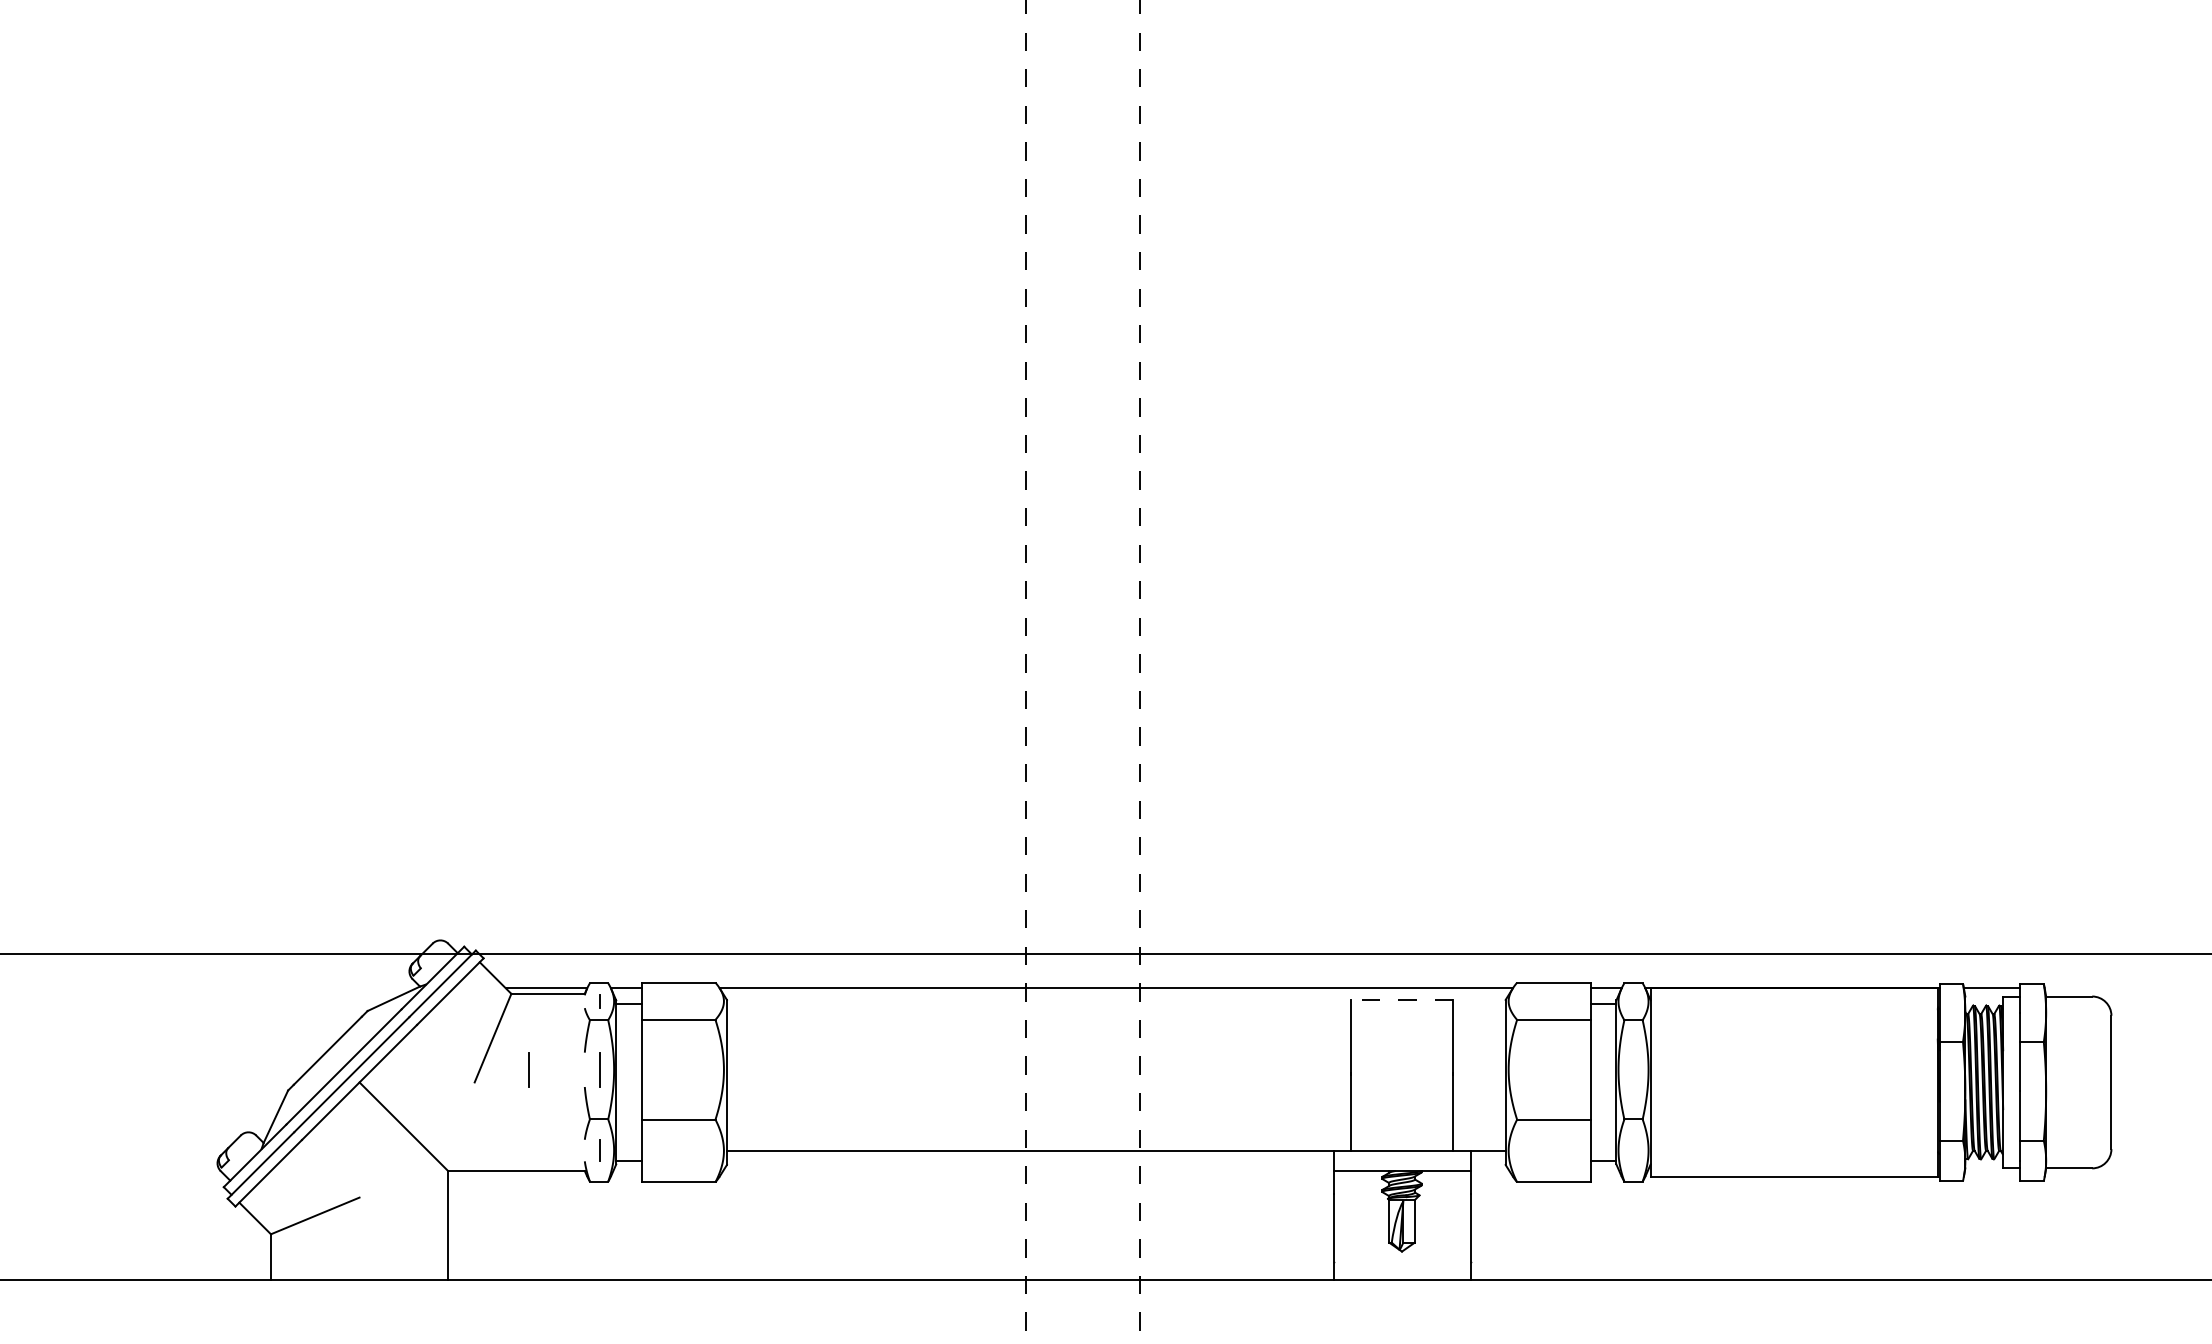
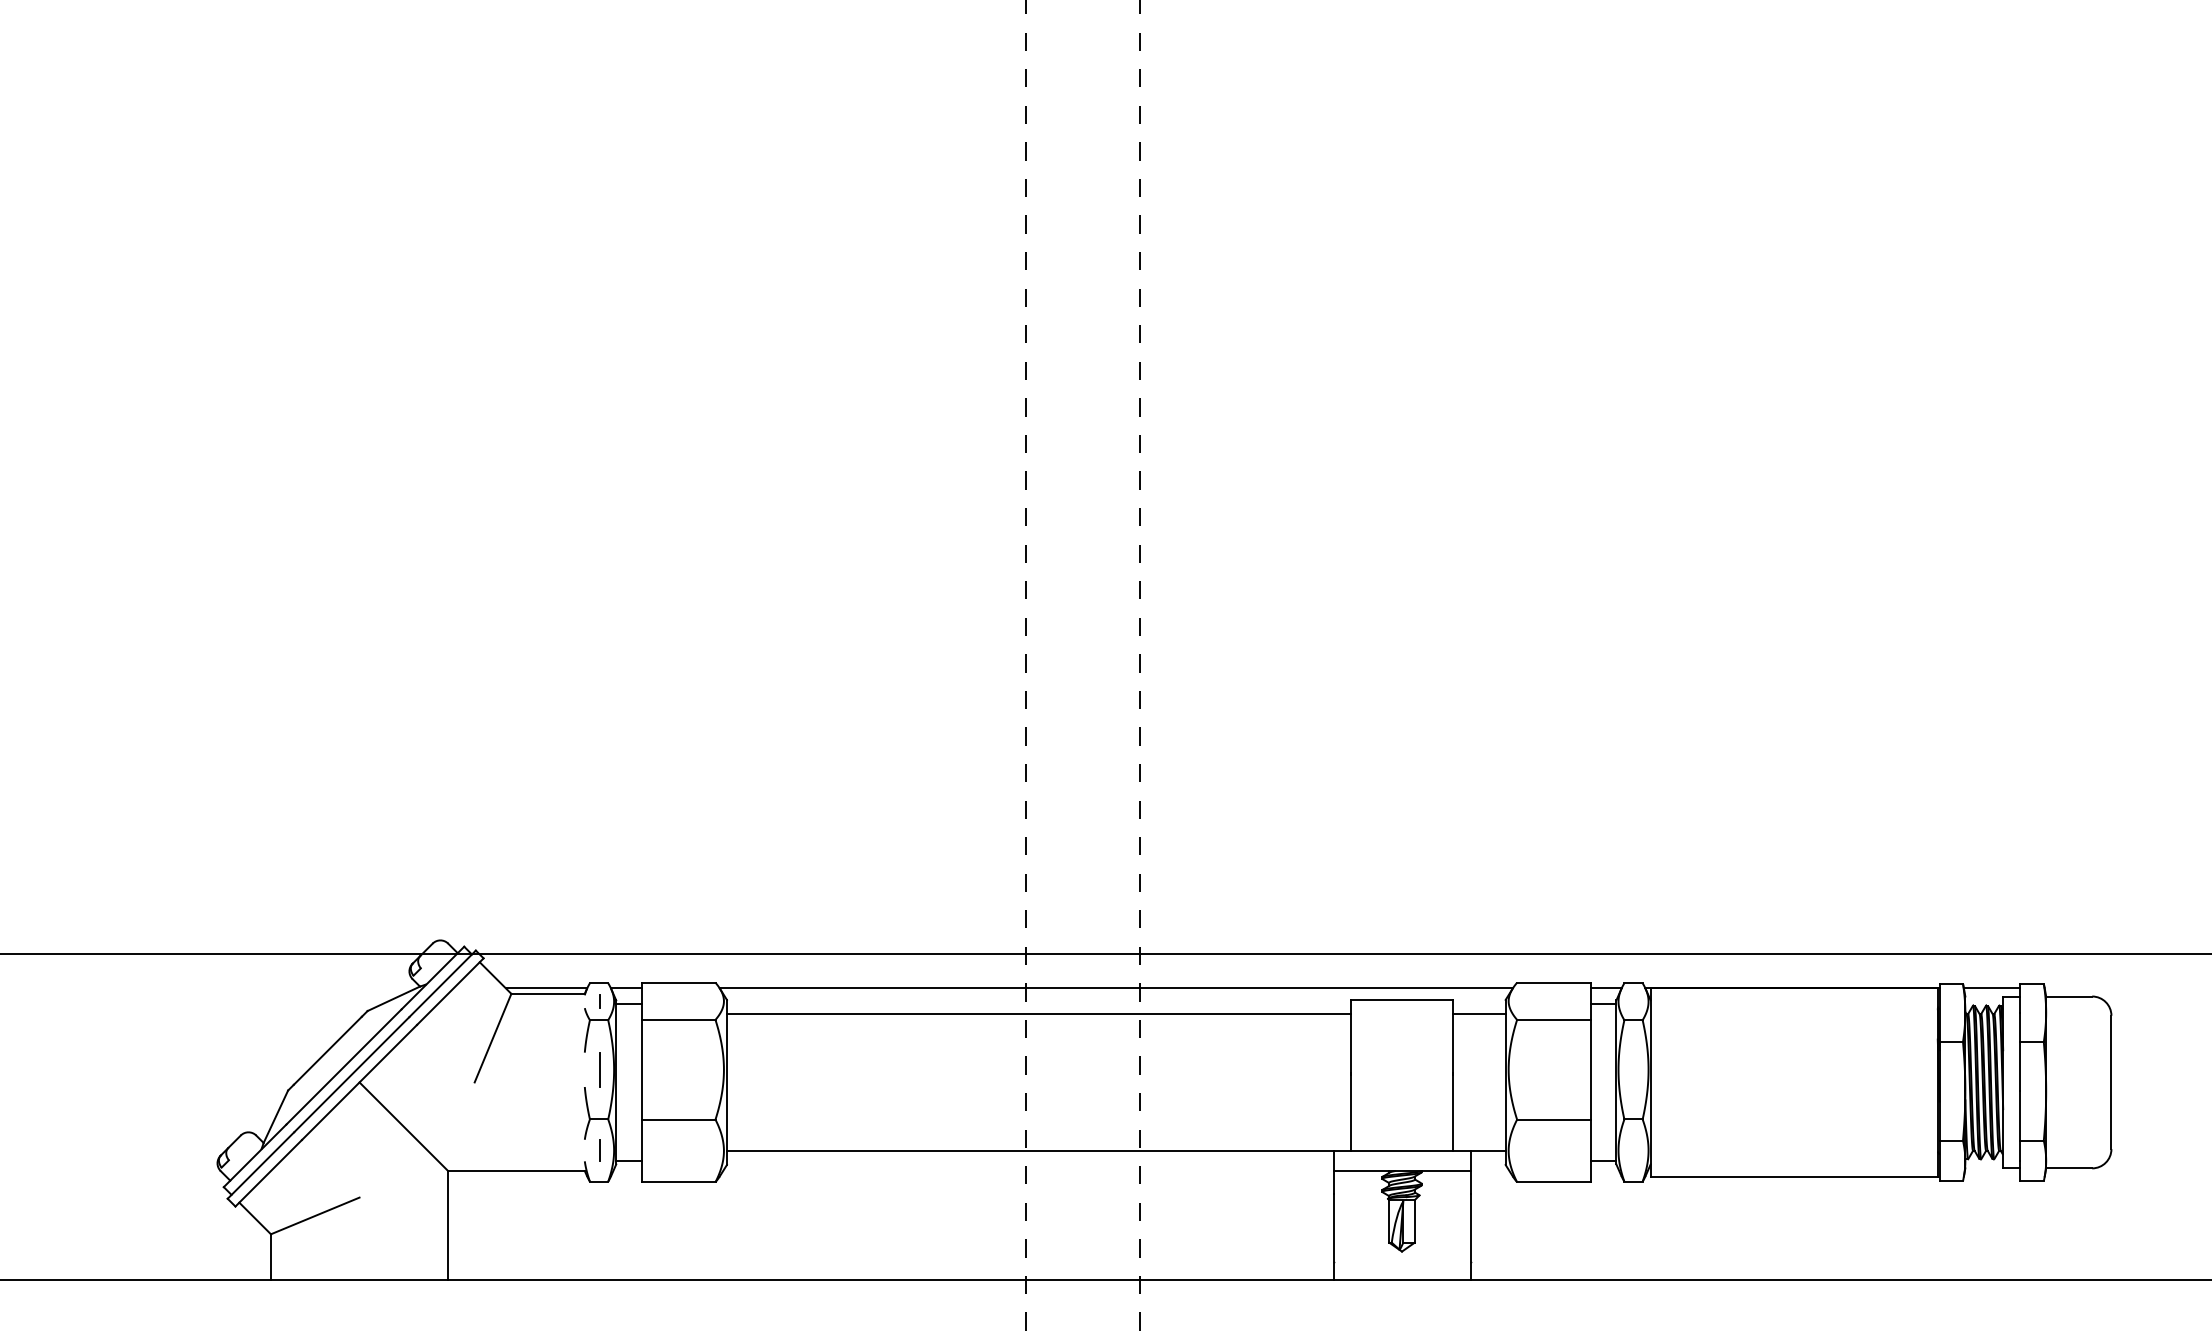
line at (1401, 999): dashed -> solid
line at (1038, 1013): none -> present
line at (1479, 1013): none -> present
line at (528, 1069): present -> none
